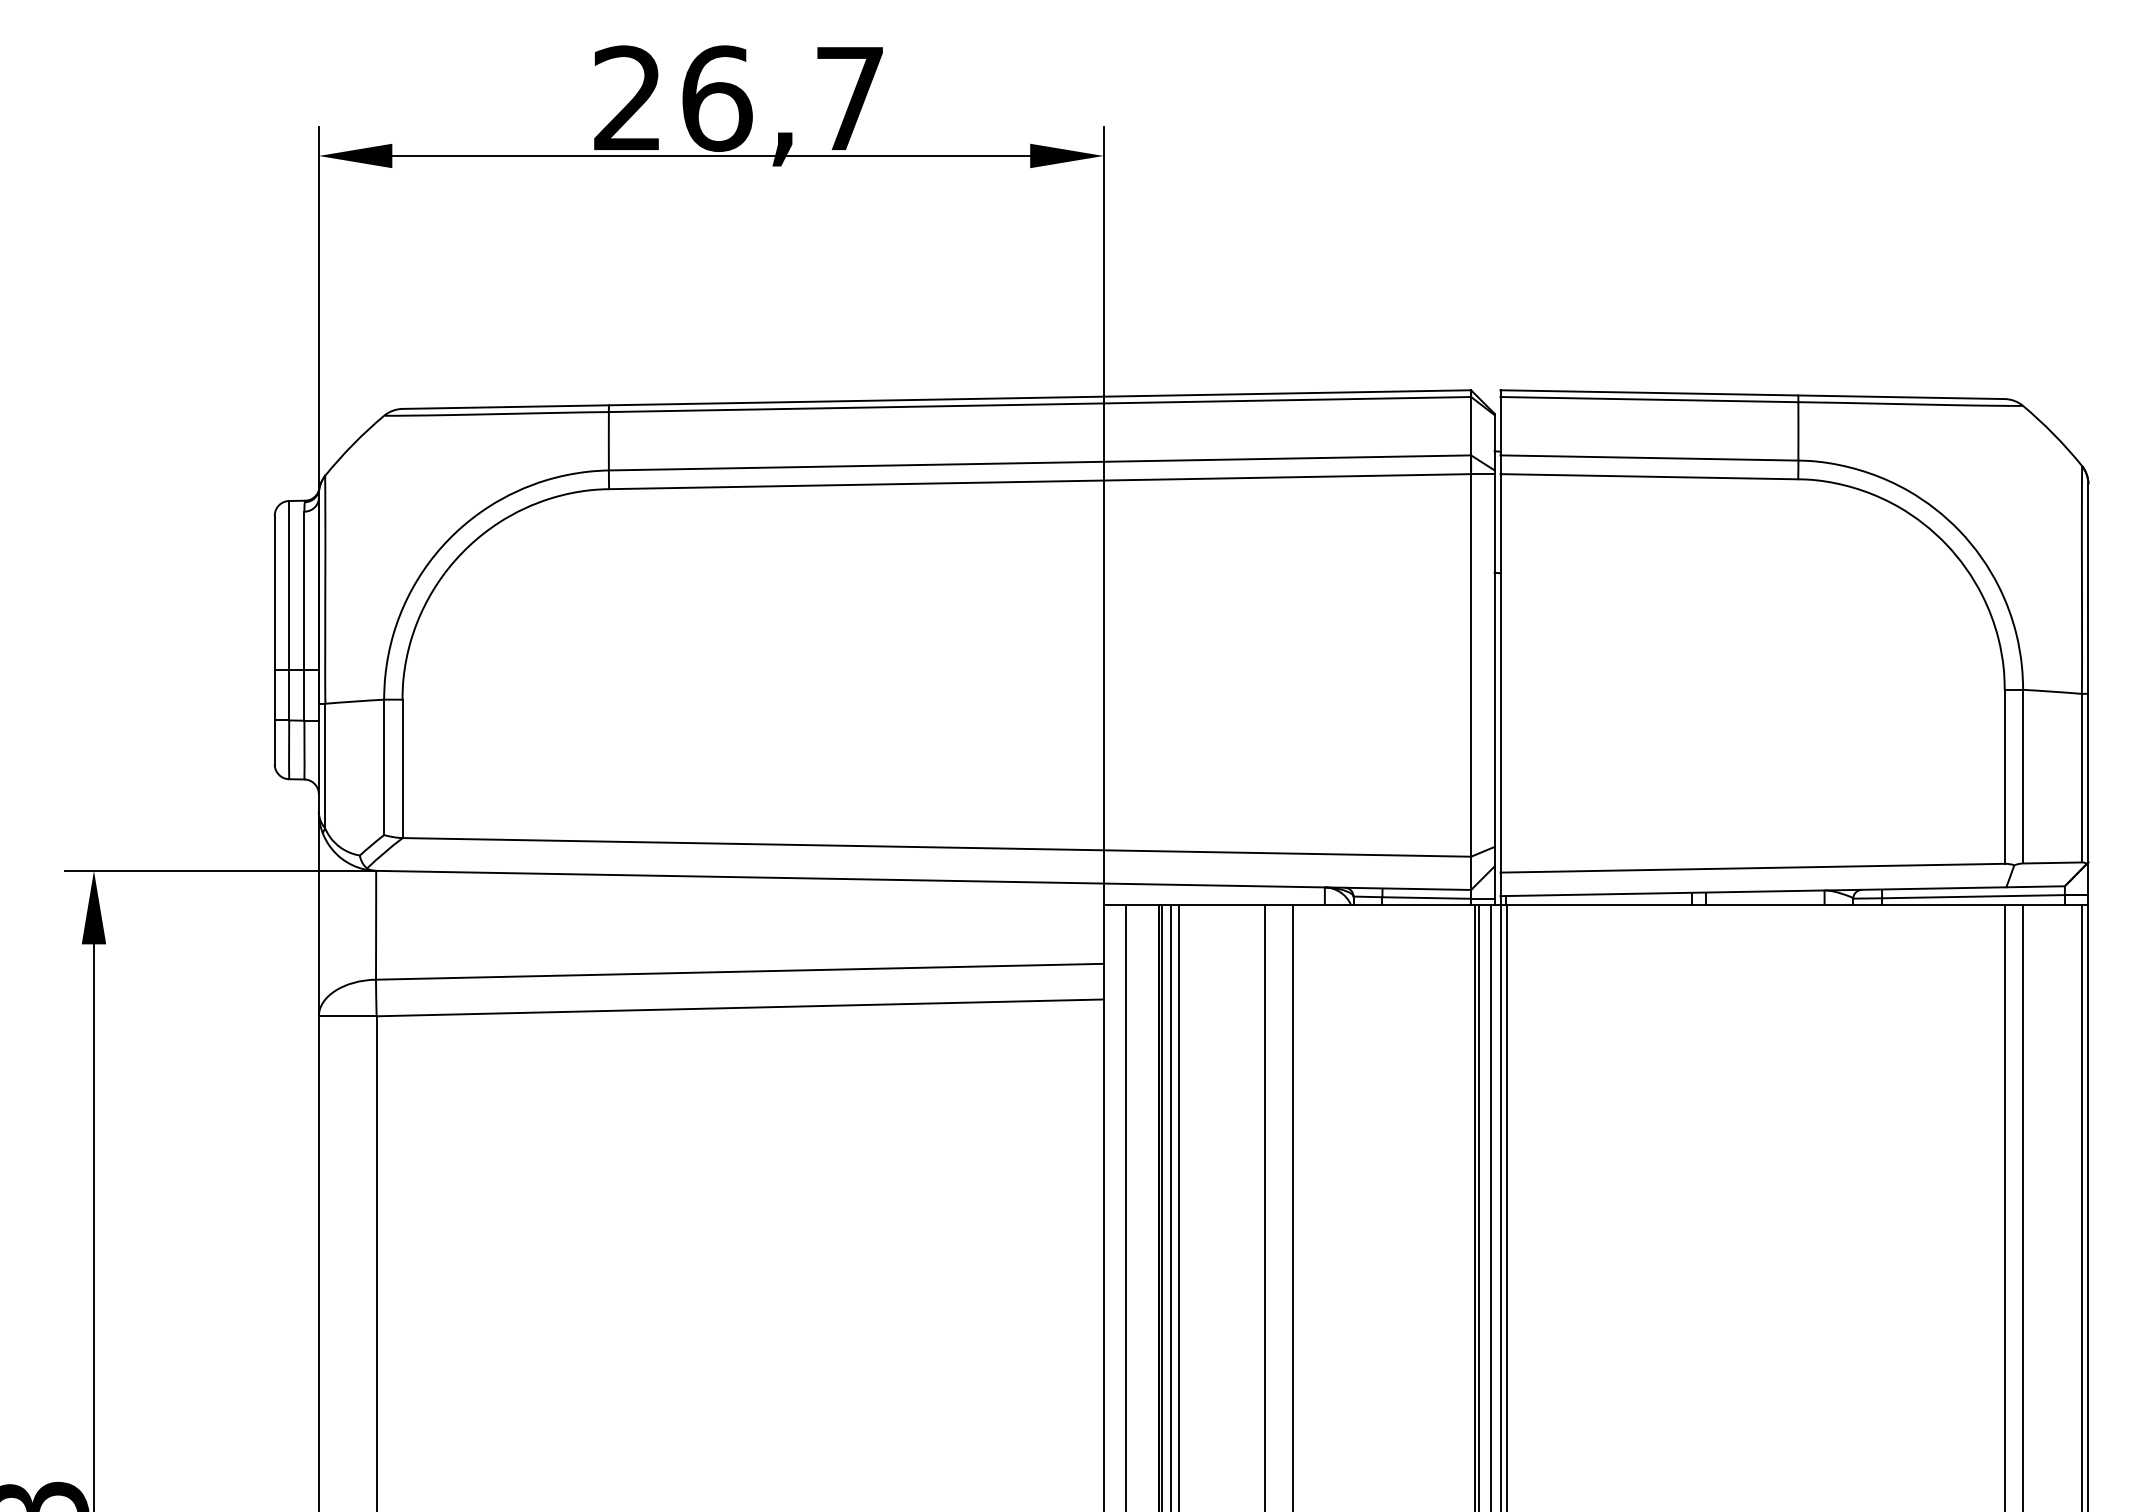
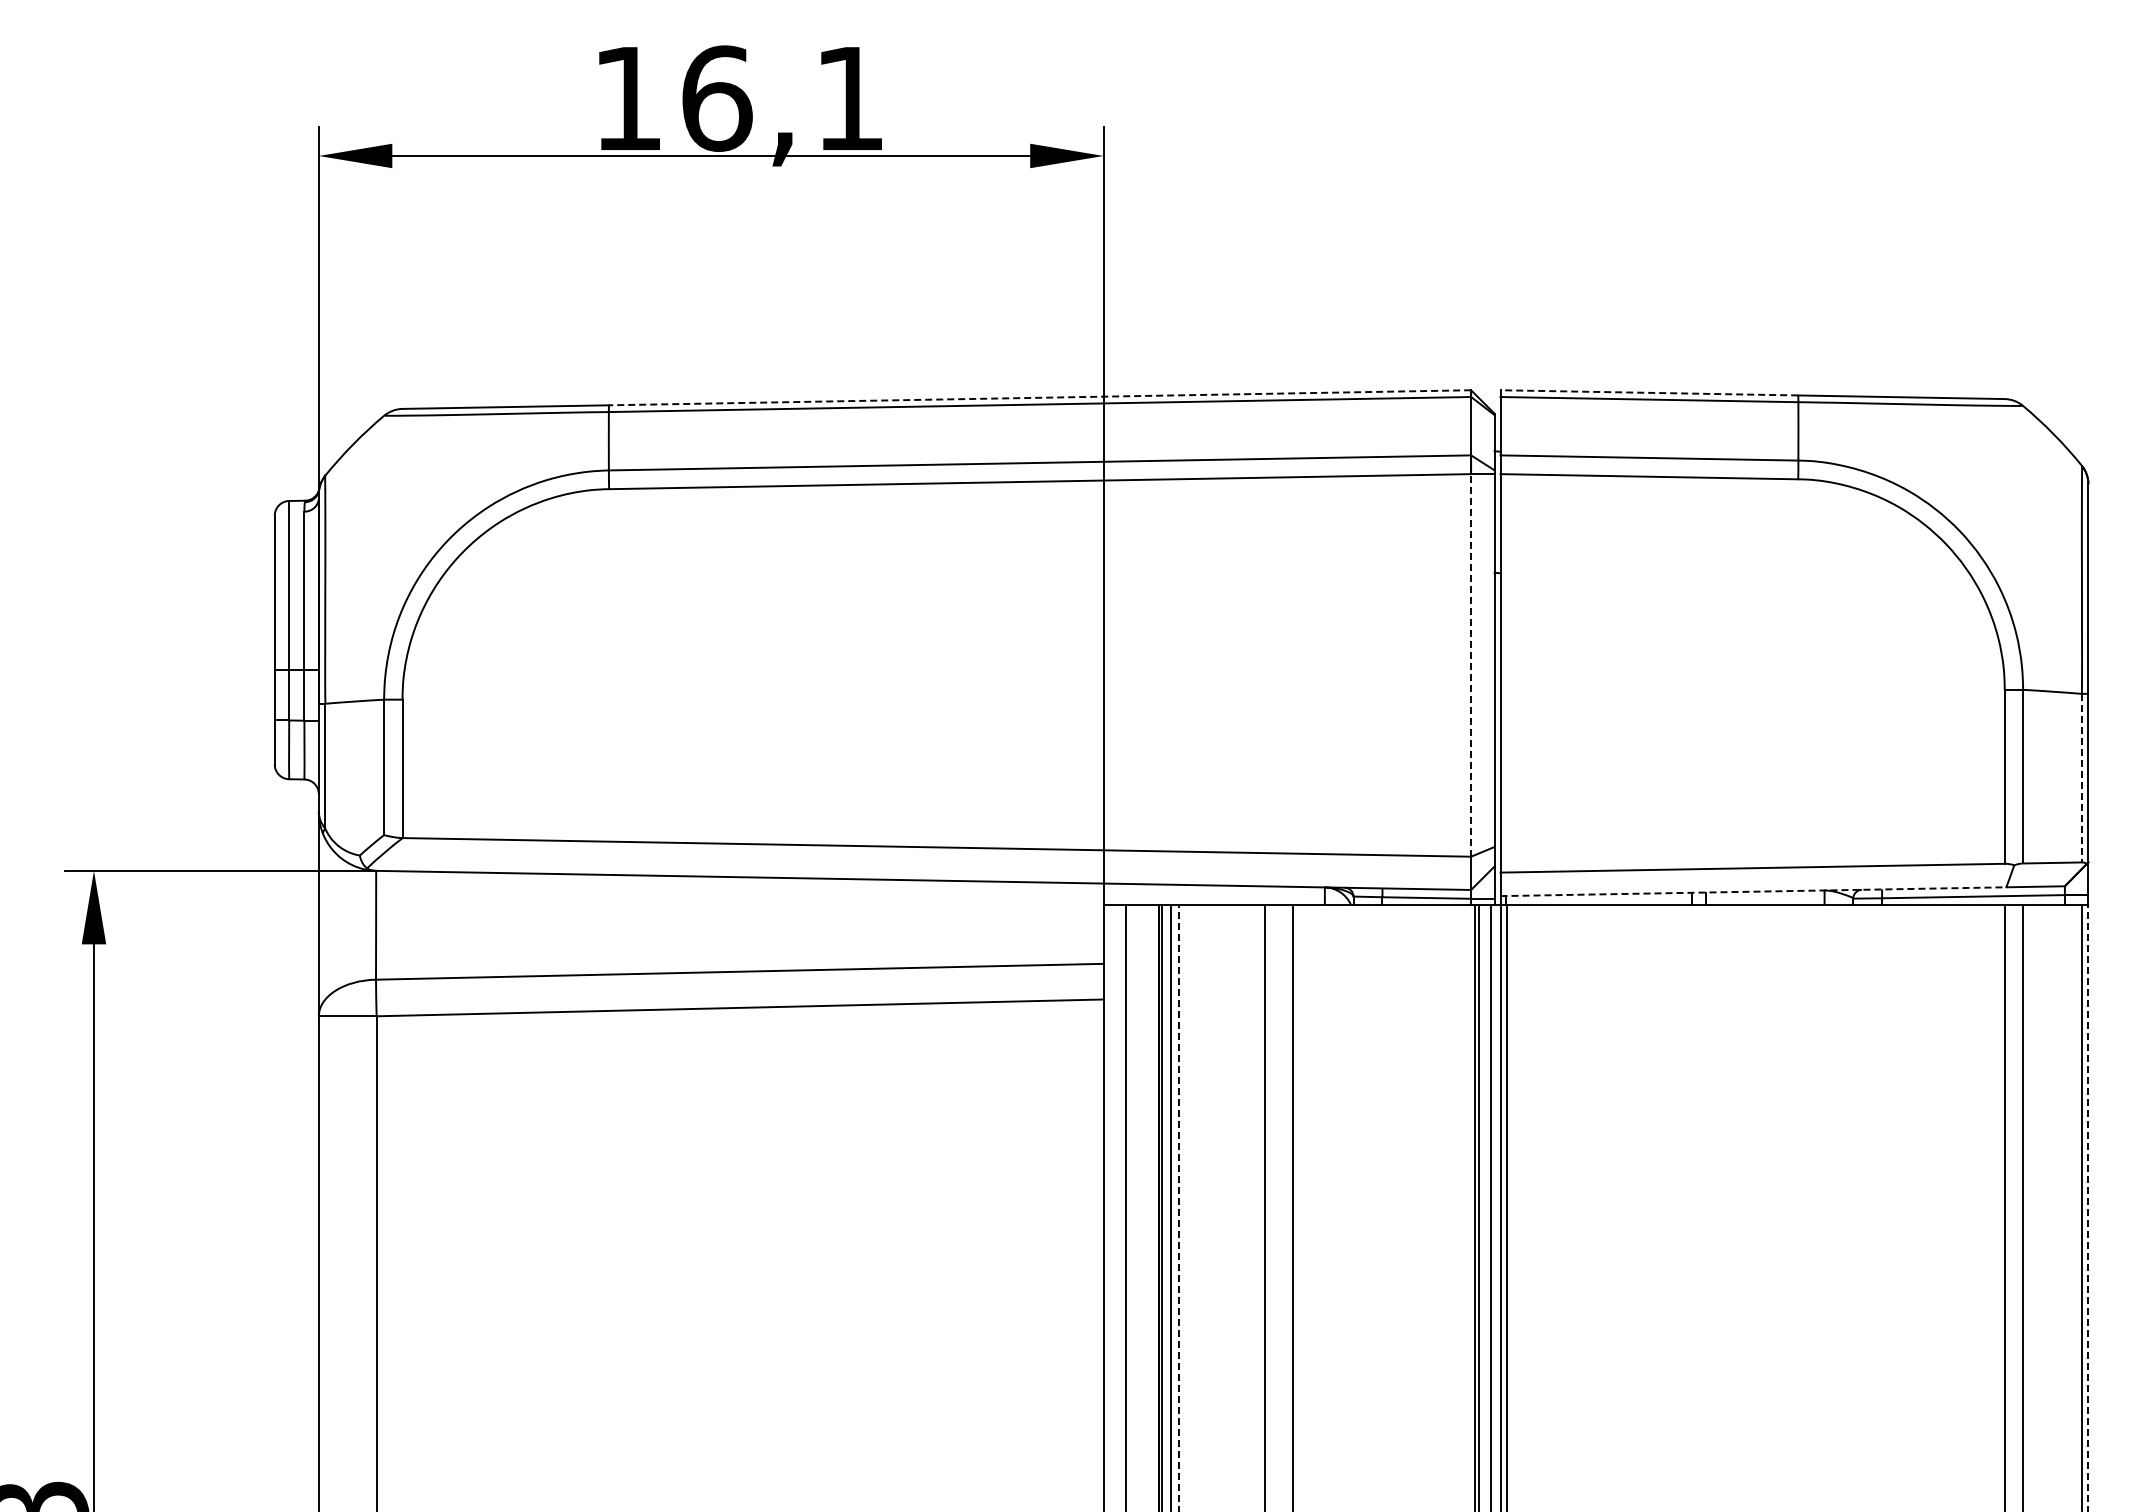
text at (738, 97): 26,7 -> 16,1
line at (1649, 392): solid -> dashed
line at (1039, 397): solid -> dashed
line at (1471, 664): solid -> dashed
line at (2081, 778): solid -> dashed
line at (1753, 891): solid -> dashed
line at (1178, 1207): solid -> dashed
line at (2088, 1207): solid -> dashed
